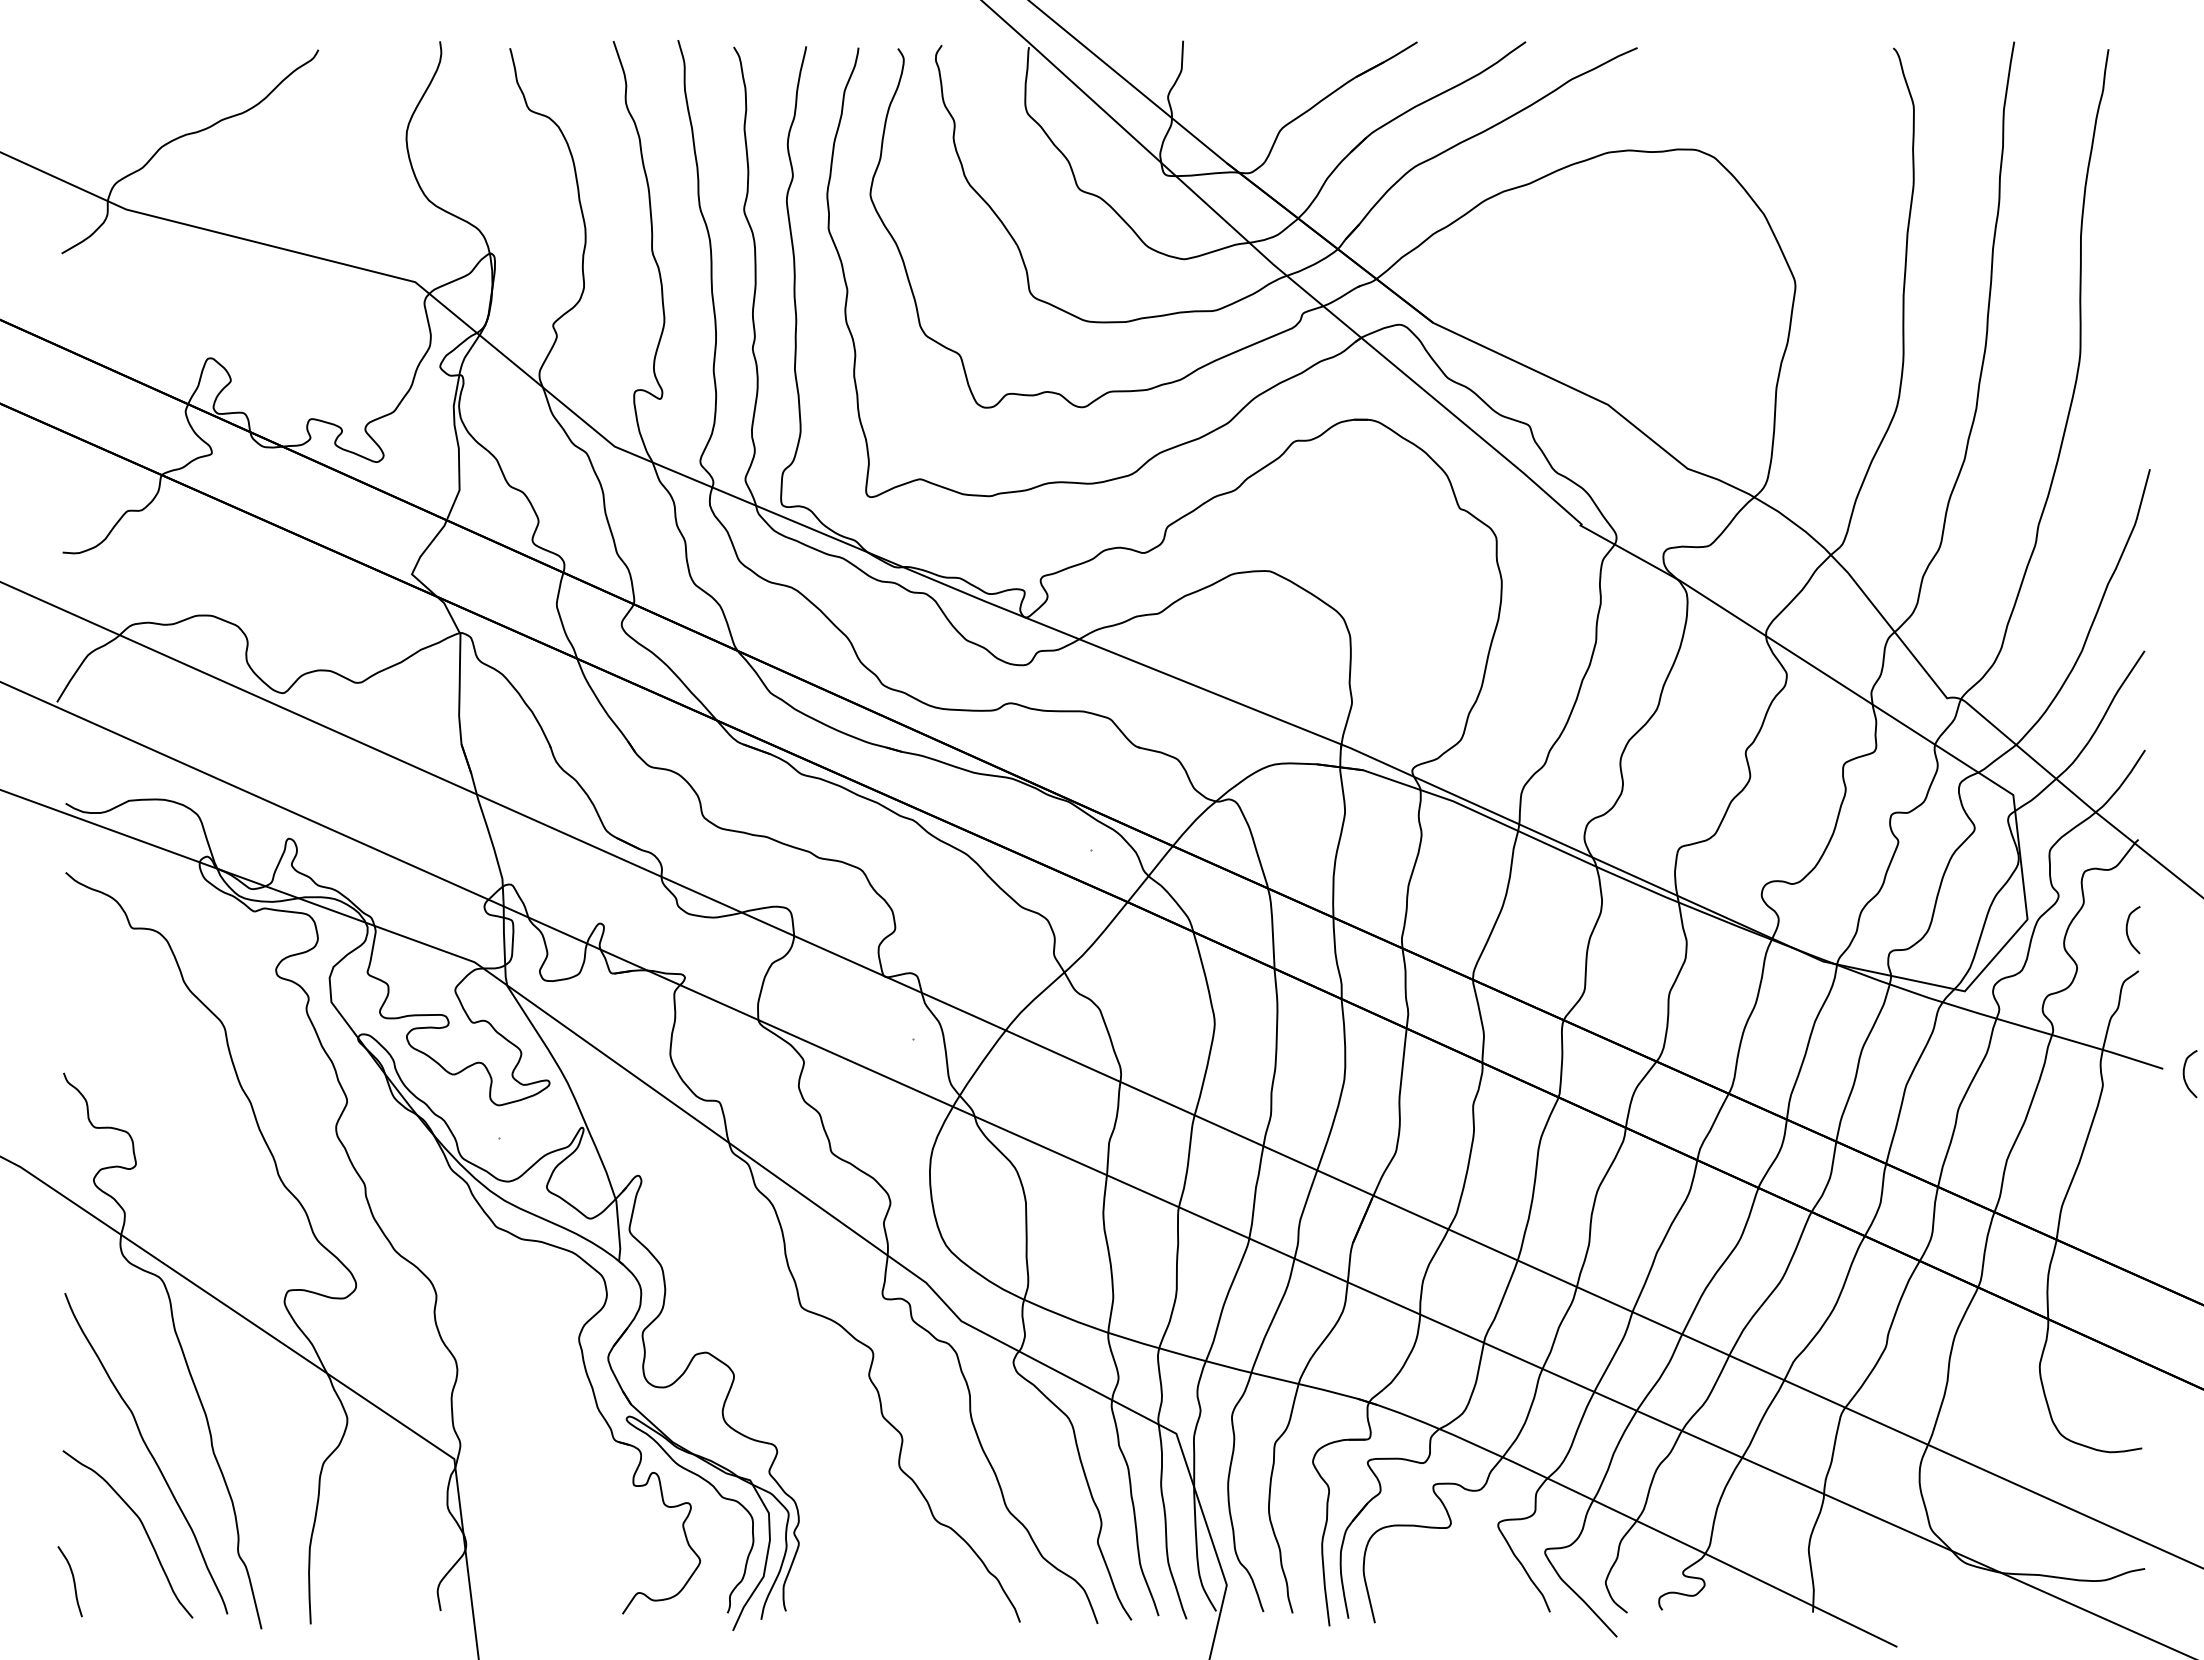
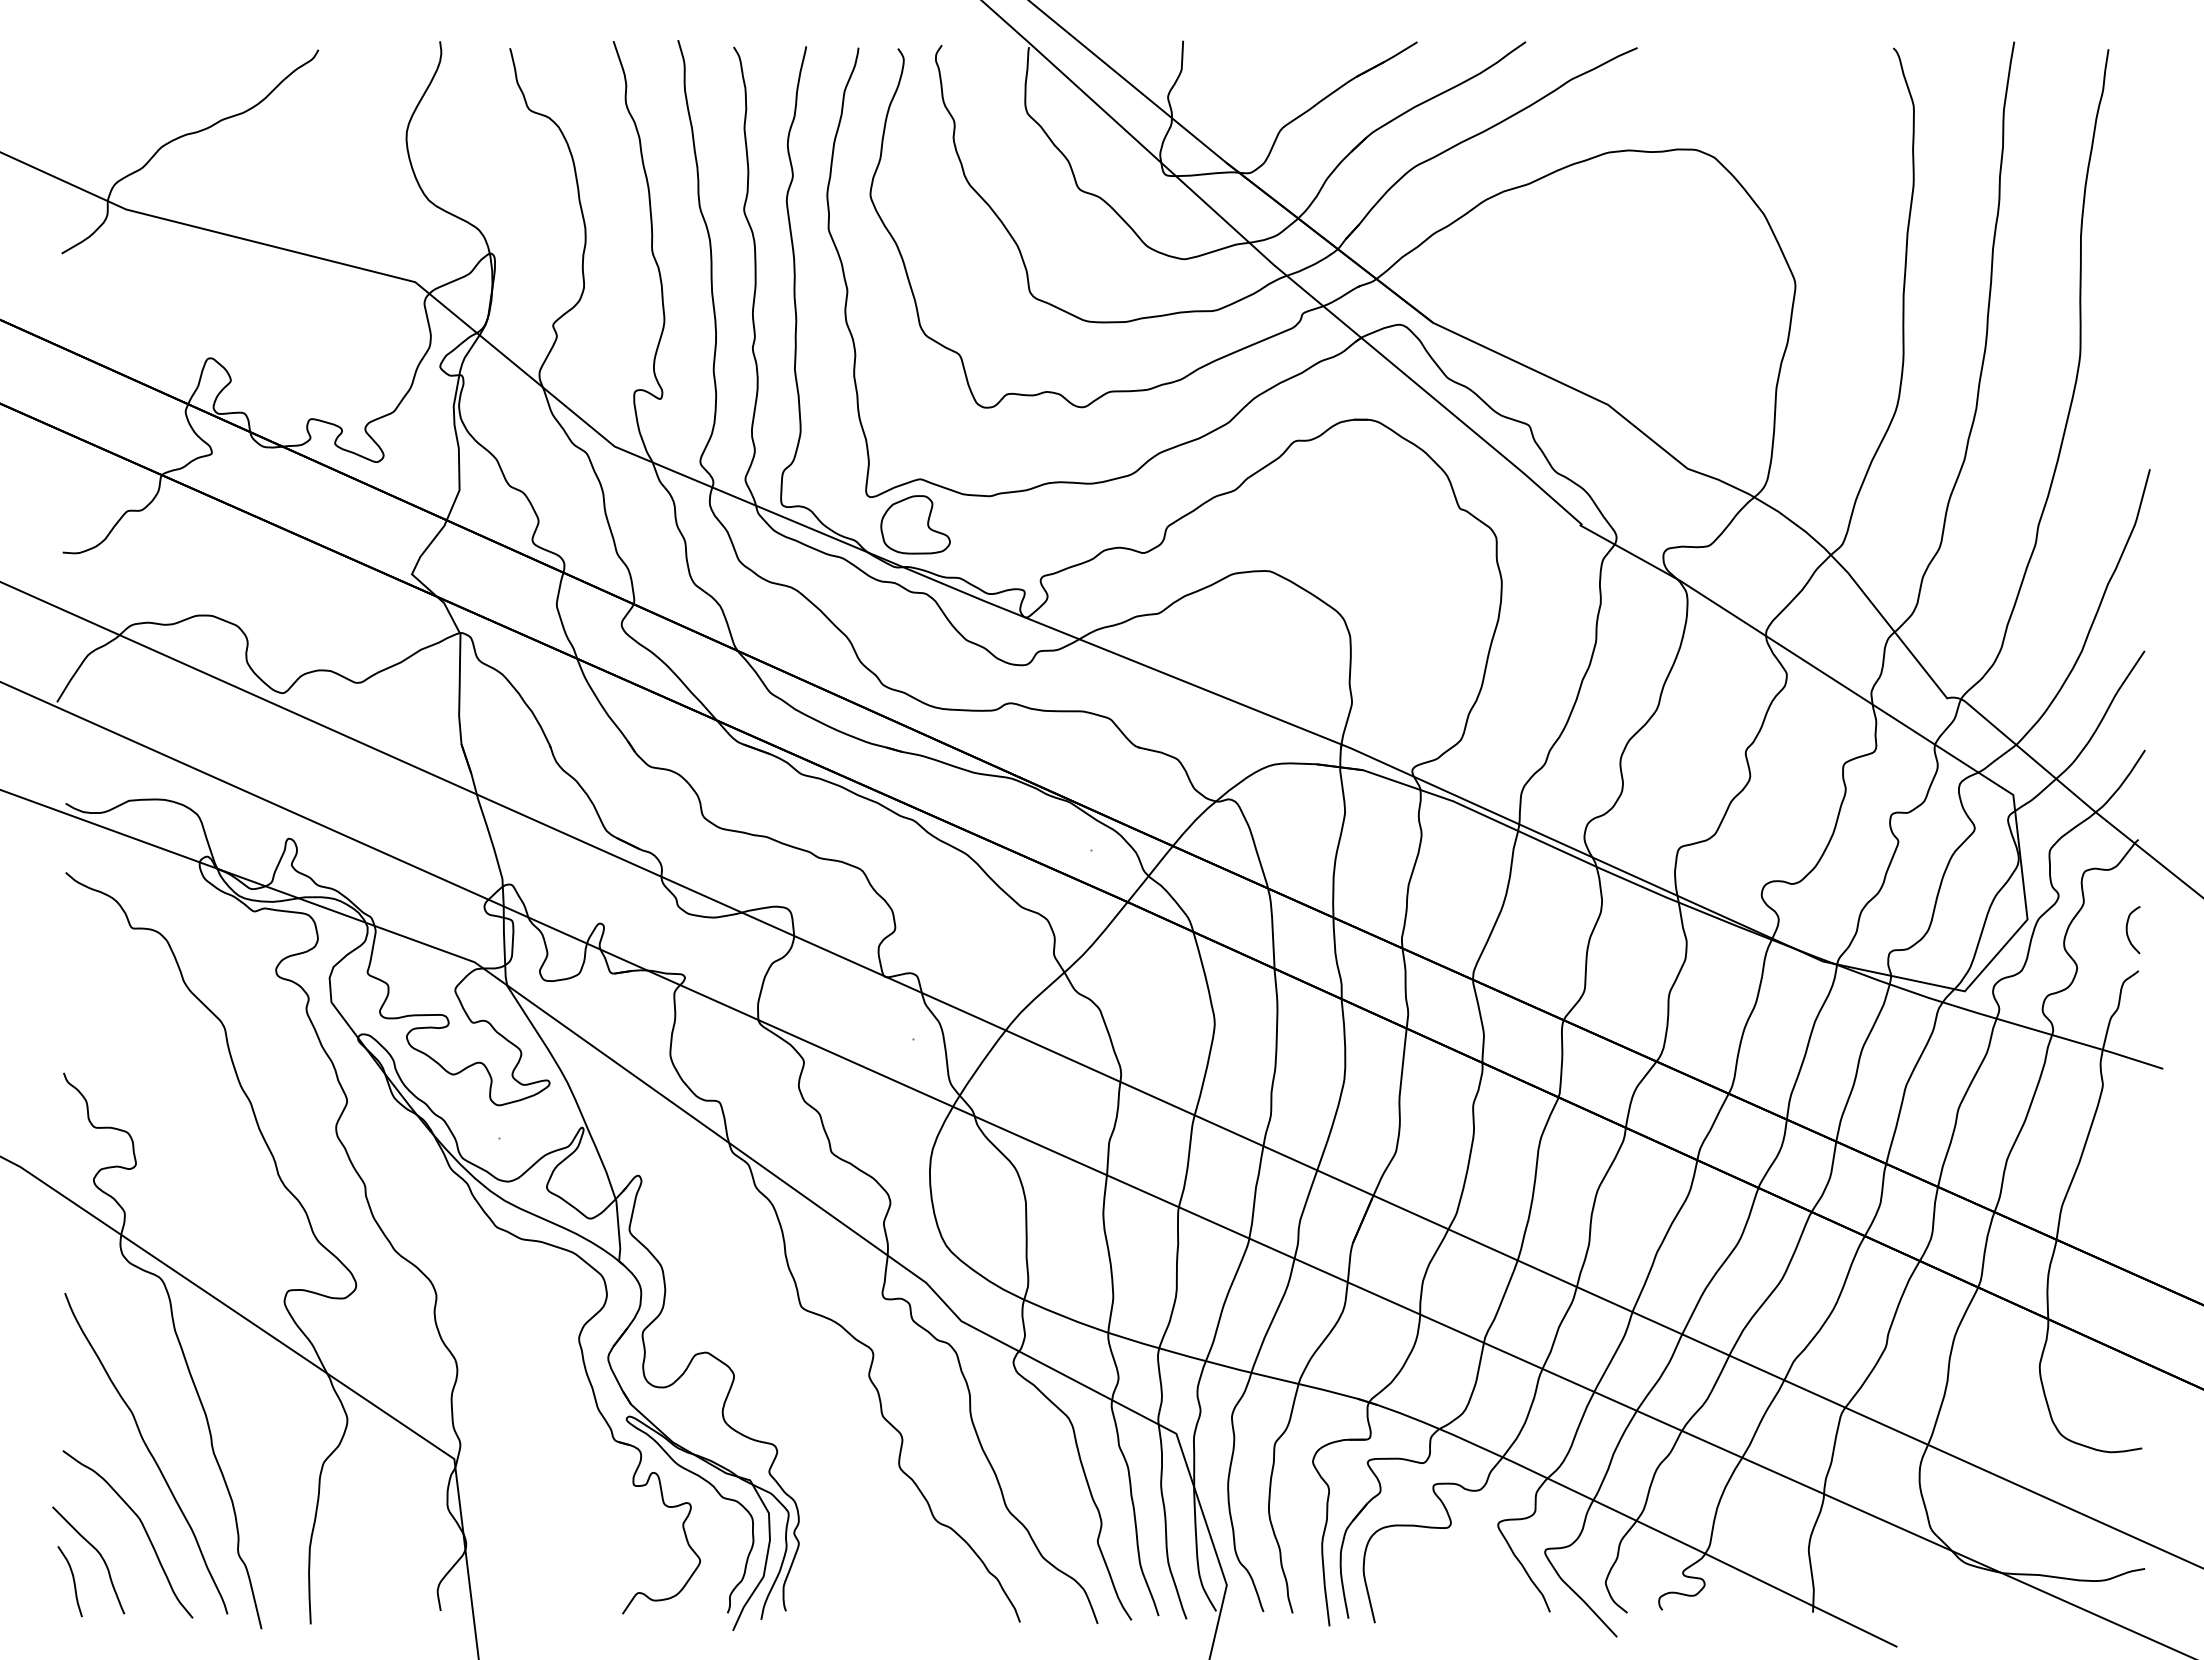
part at (915, 524): none -> present
curve at (2184, 1074): present -> none
curve at (96, 1551): none -> present
